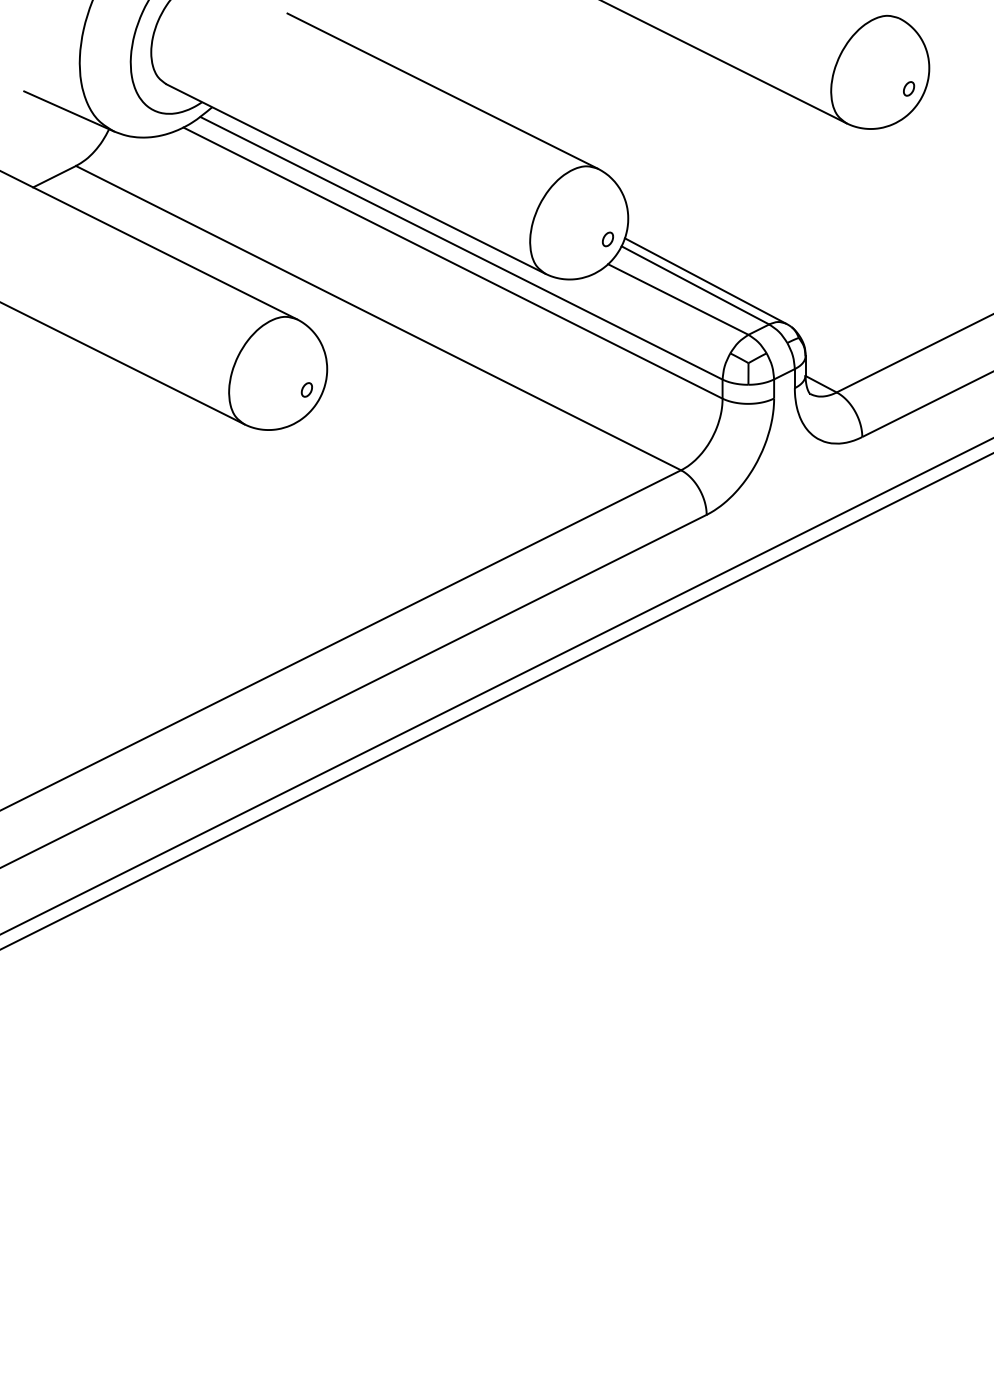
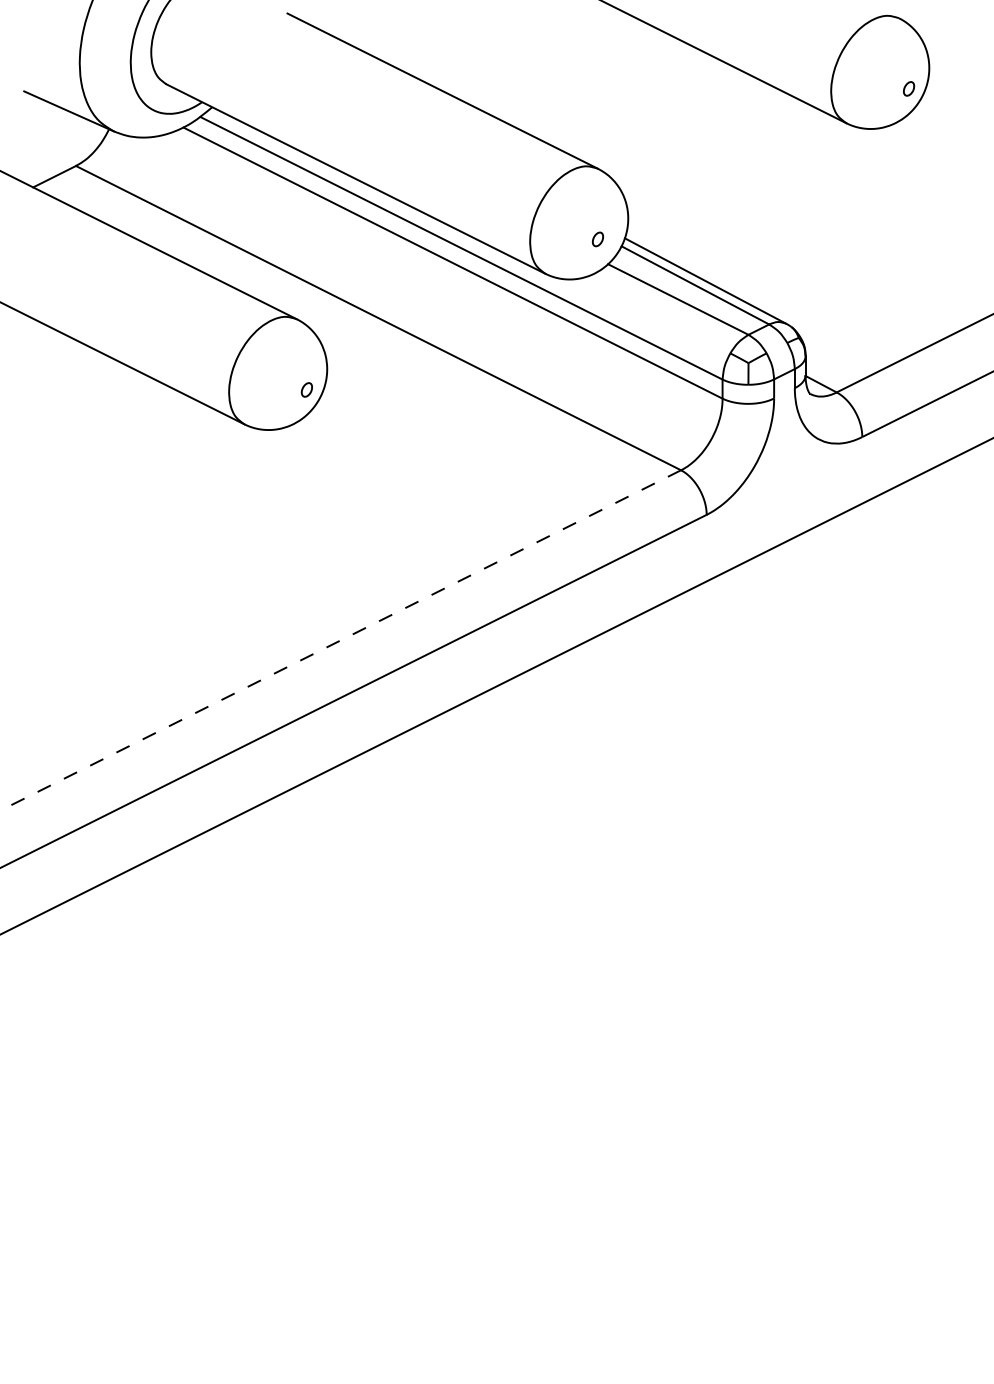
part at (607, 239) position: (607, 239) -> (597, 239)
line at (340, 640): solid -> dashed
line at (496, 701): present -> none
